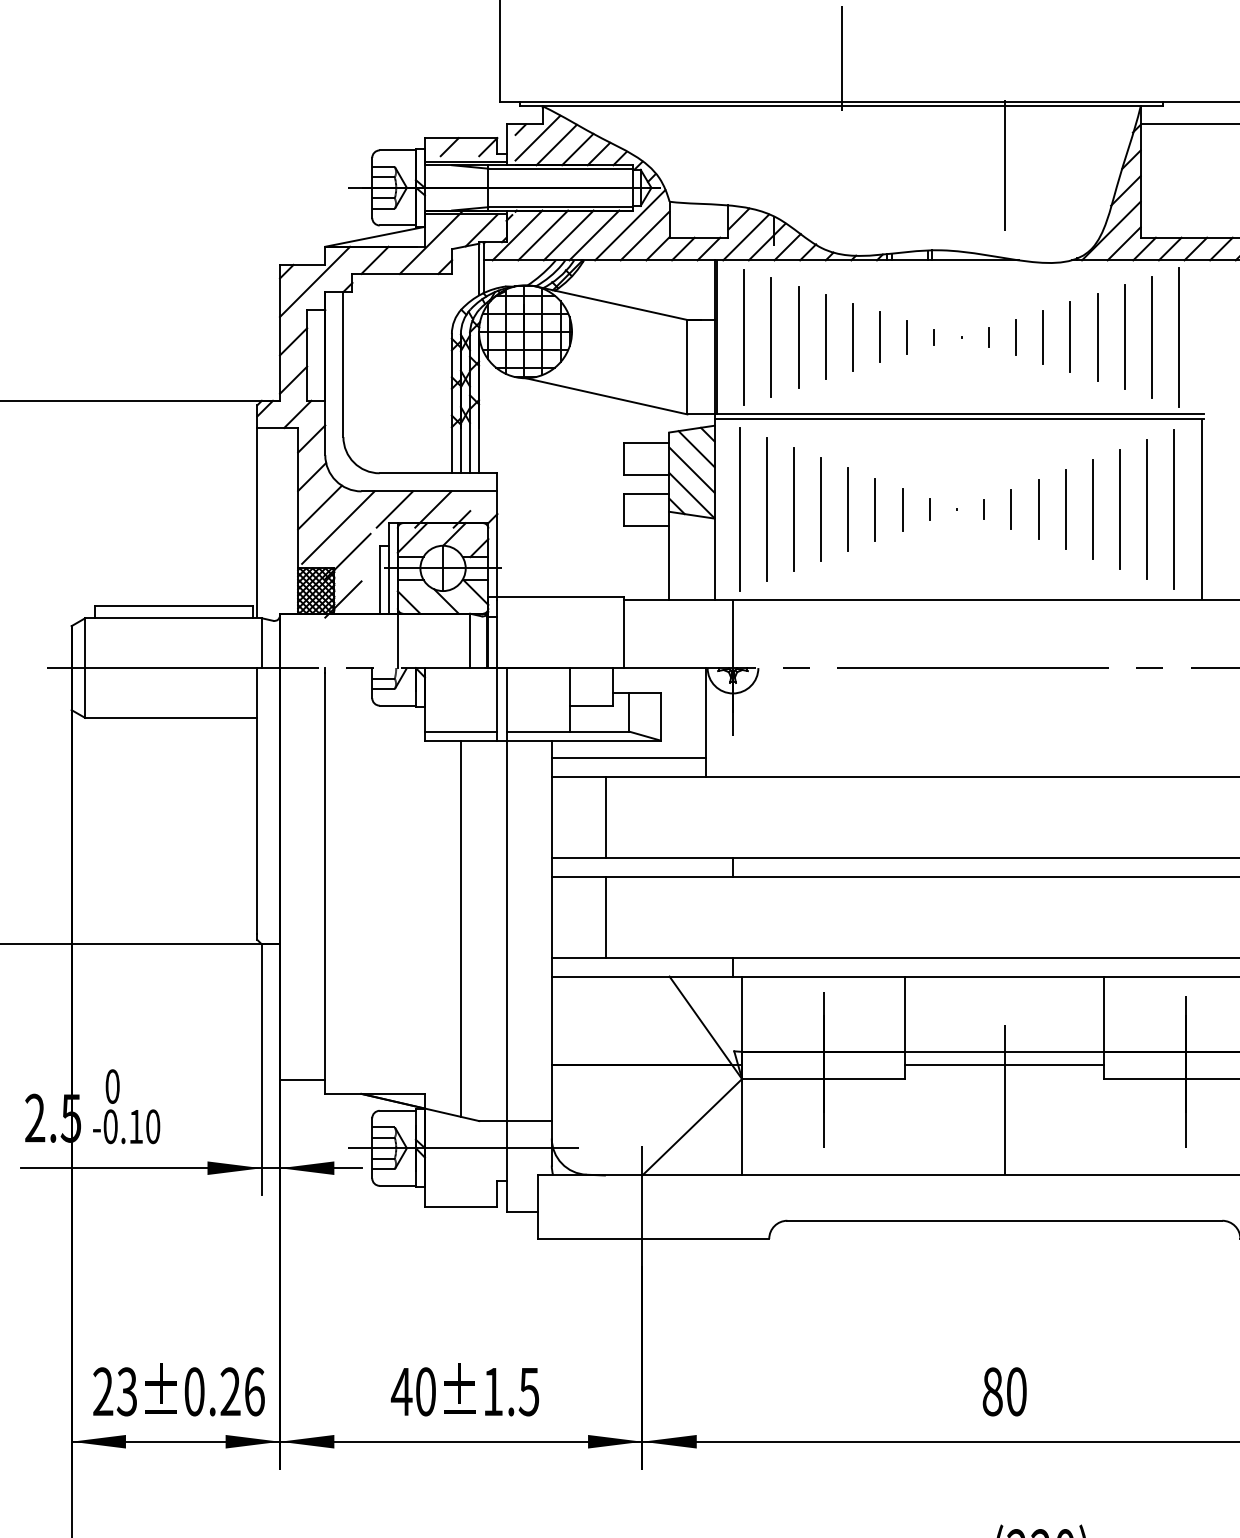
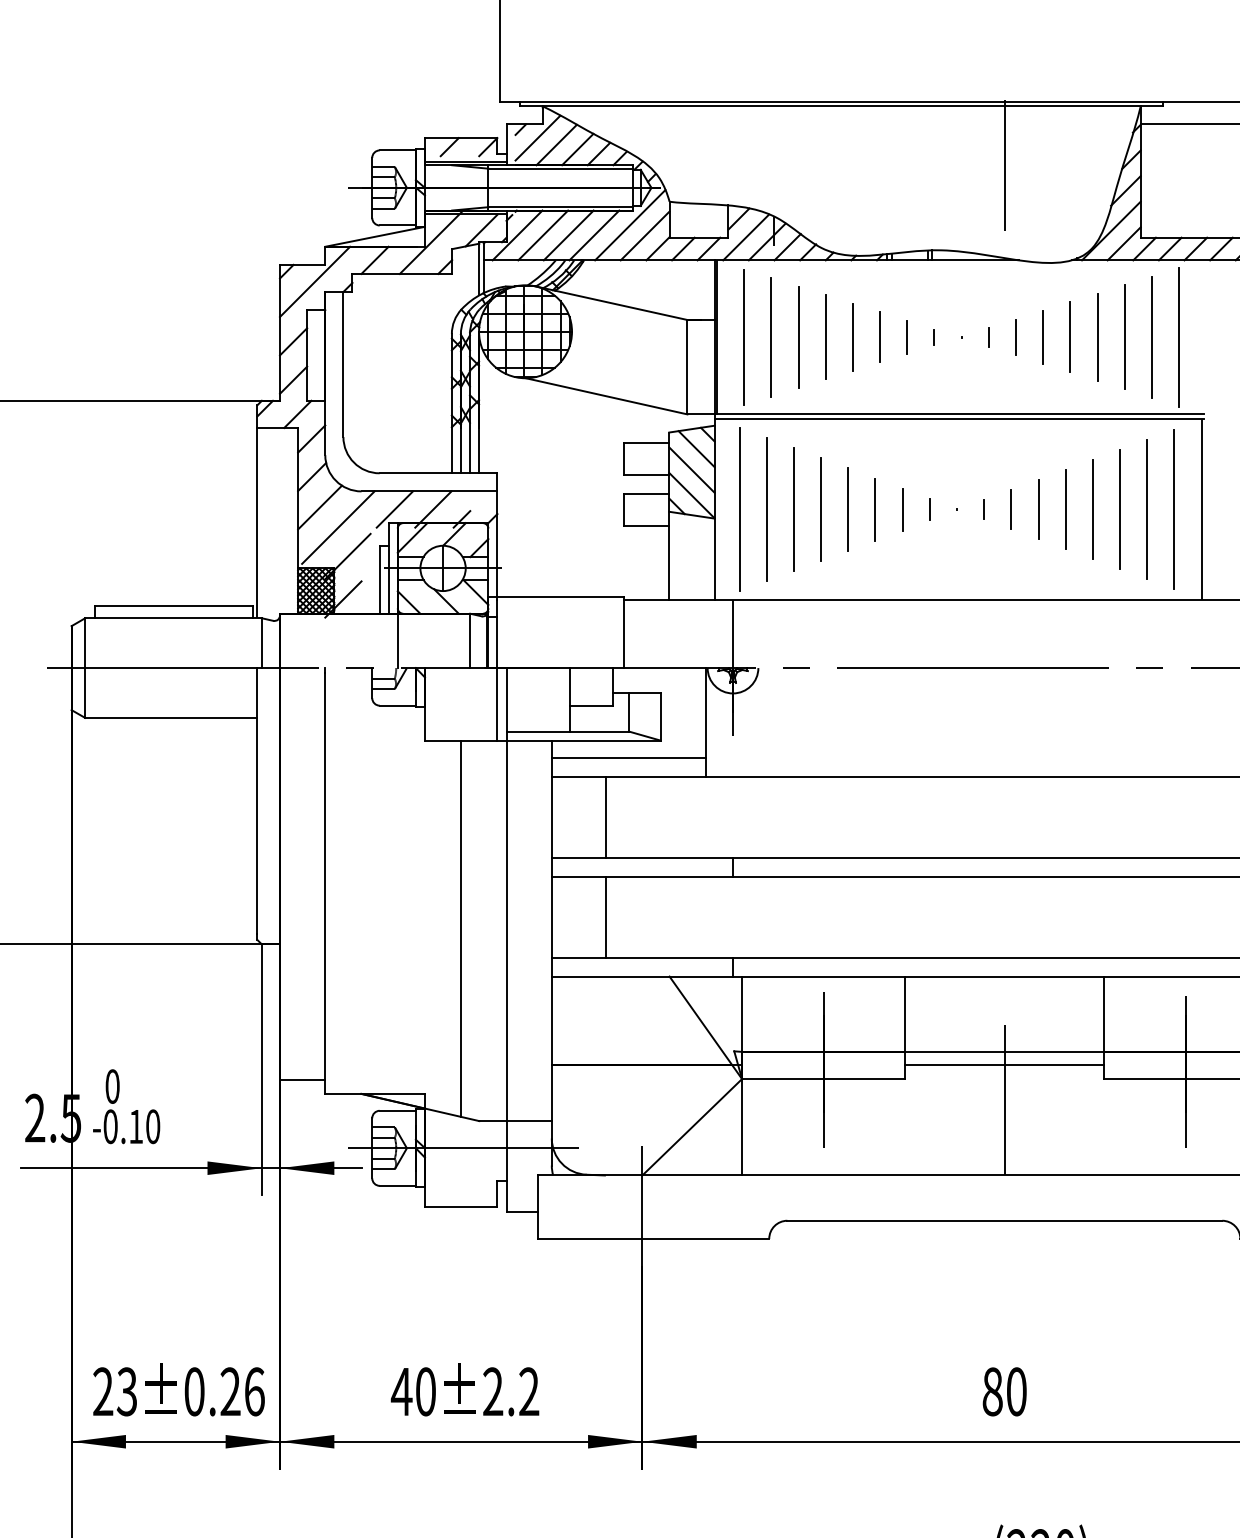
line at (841, 58): present -> none
line at (460, 731): present -> none
text at (511, 1391): 1.5 -> 2.2
